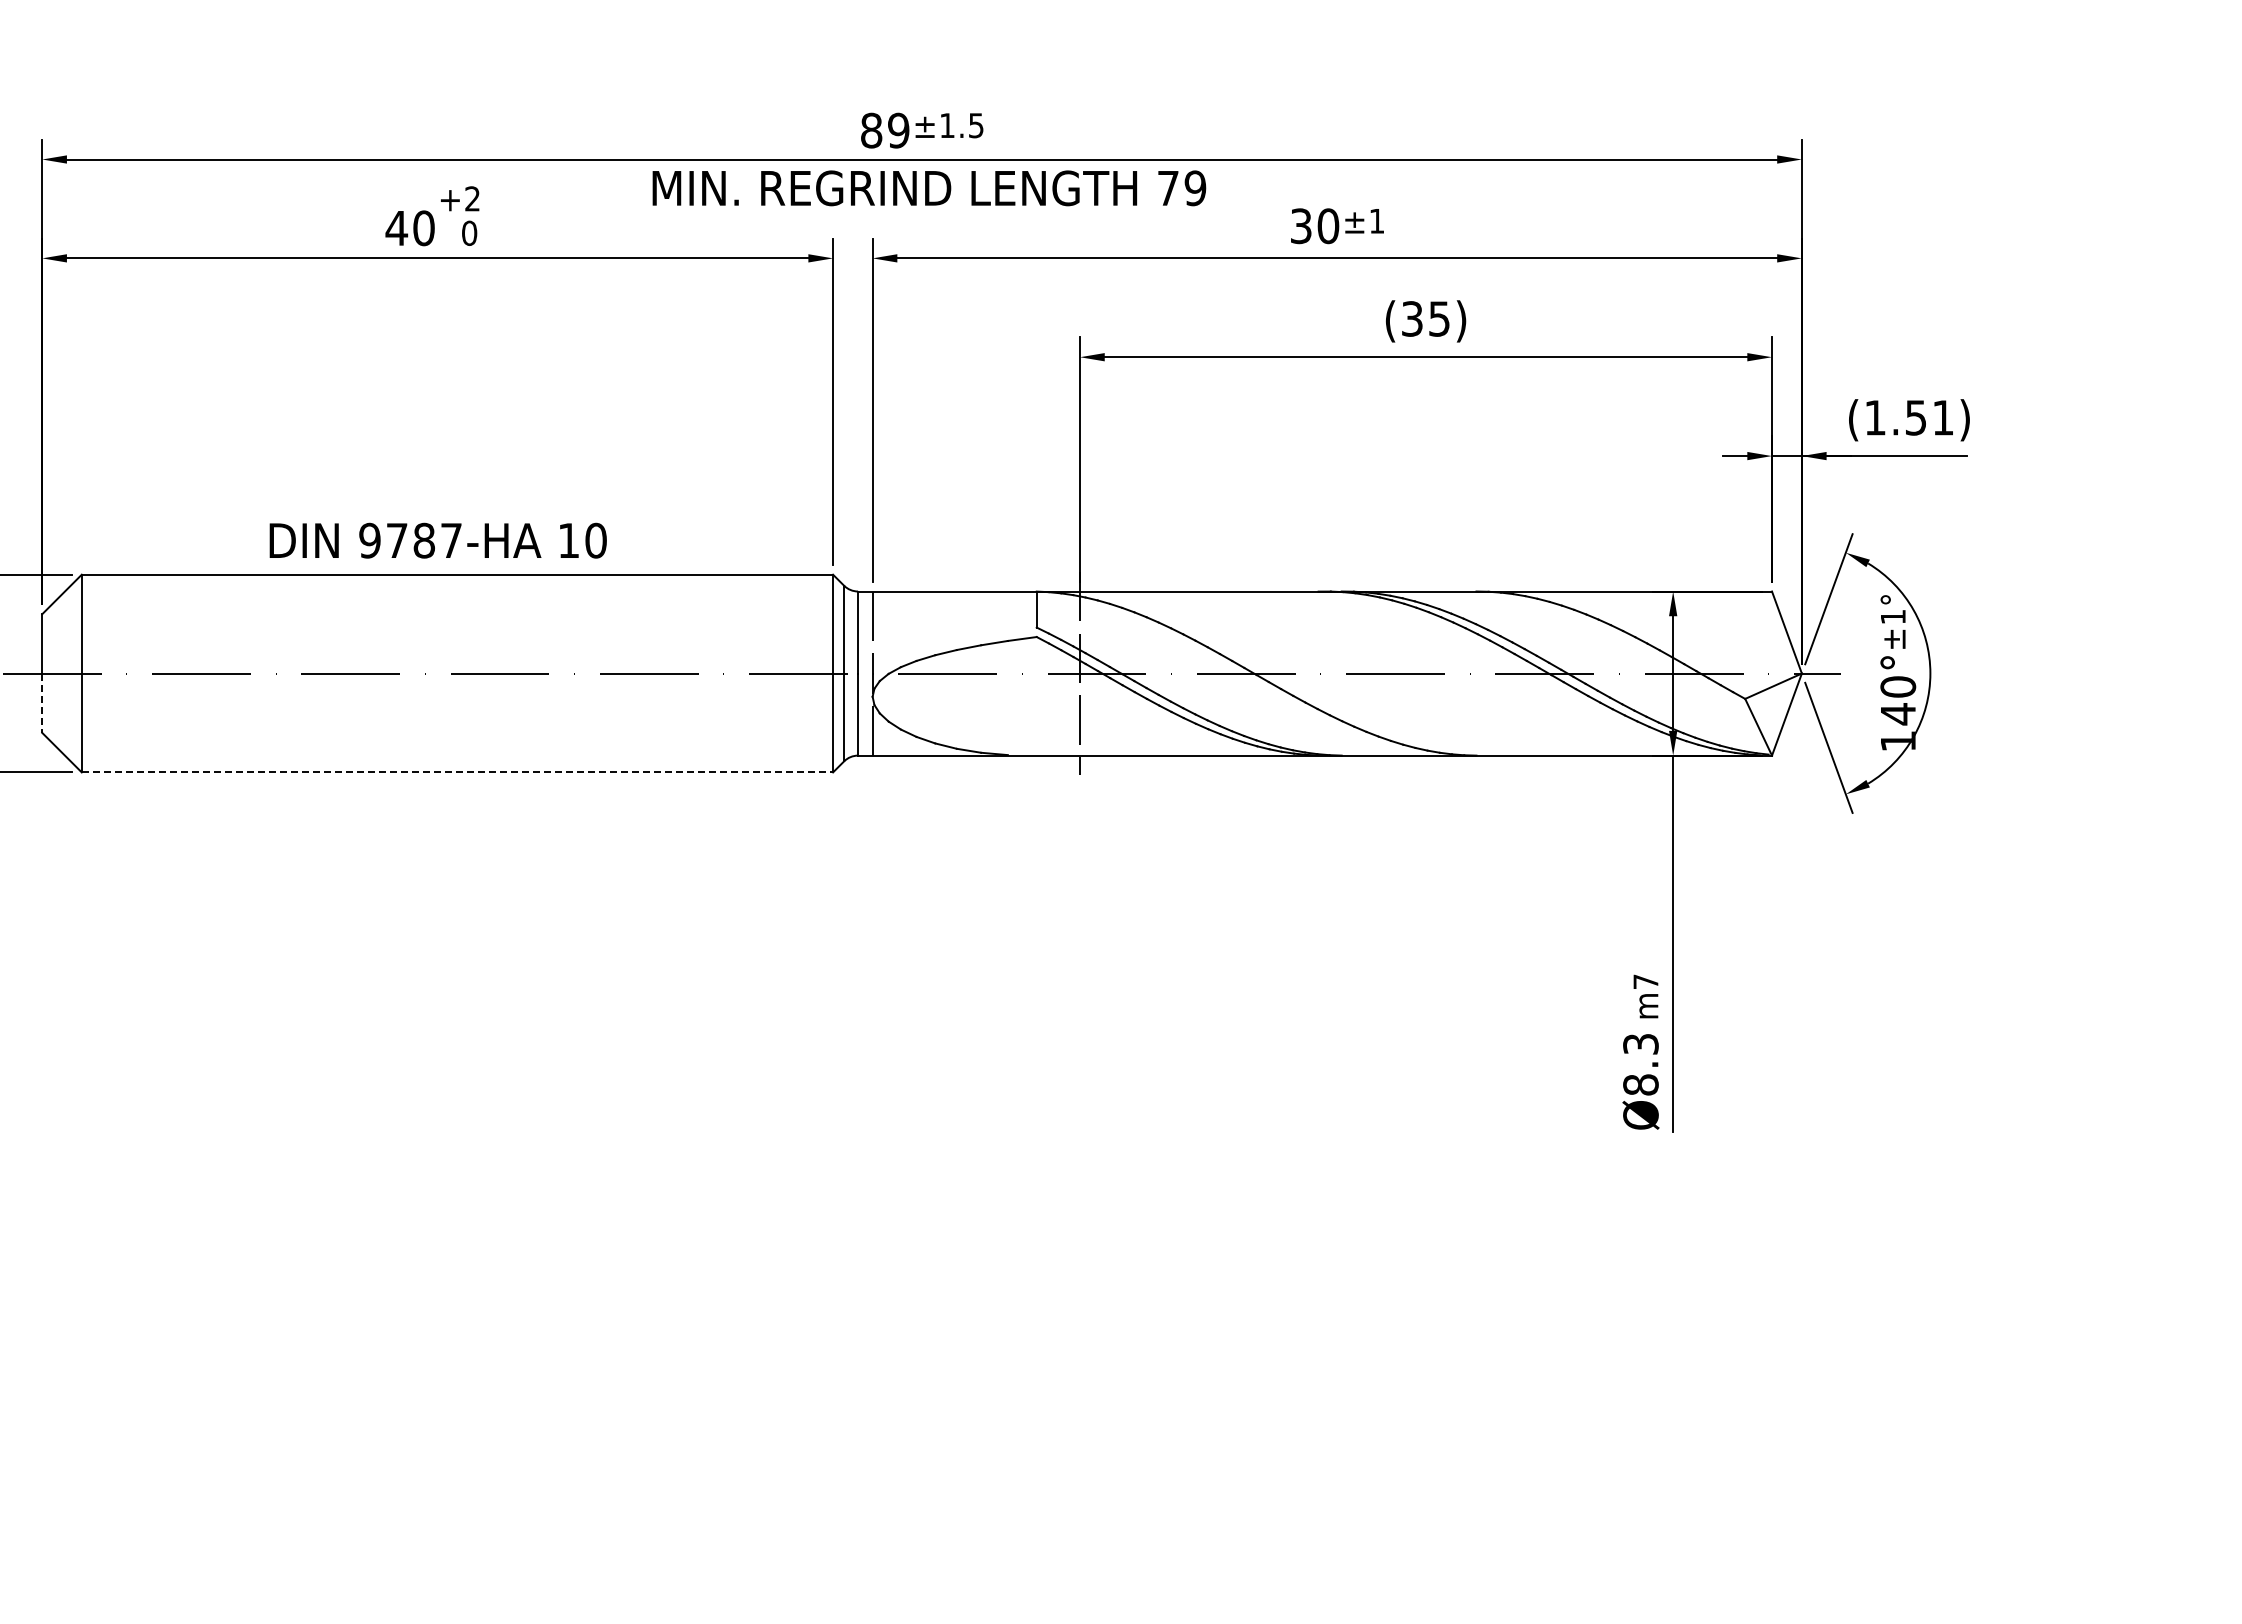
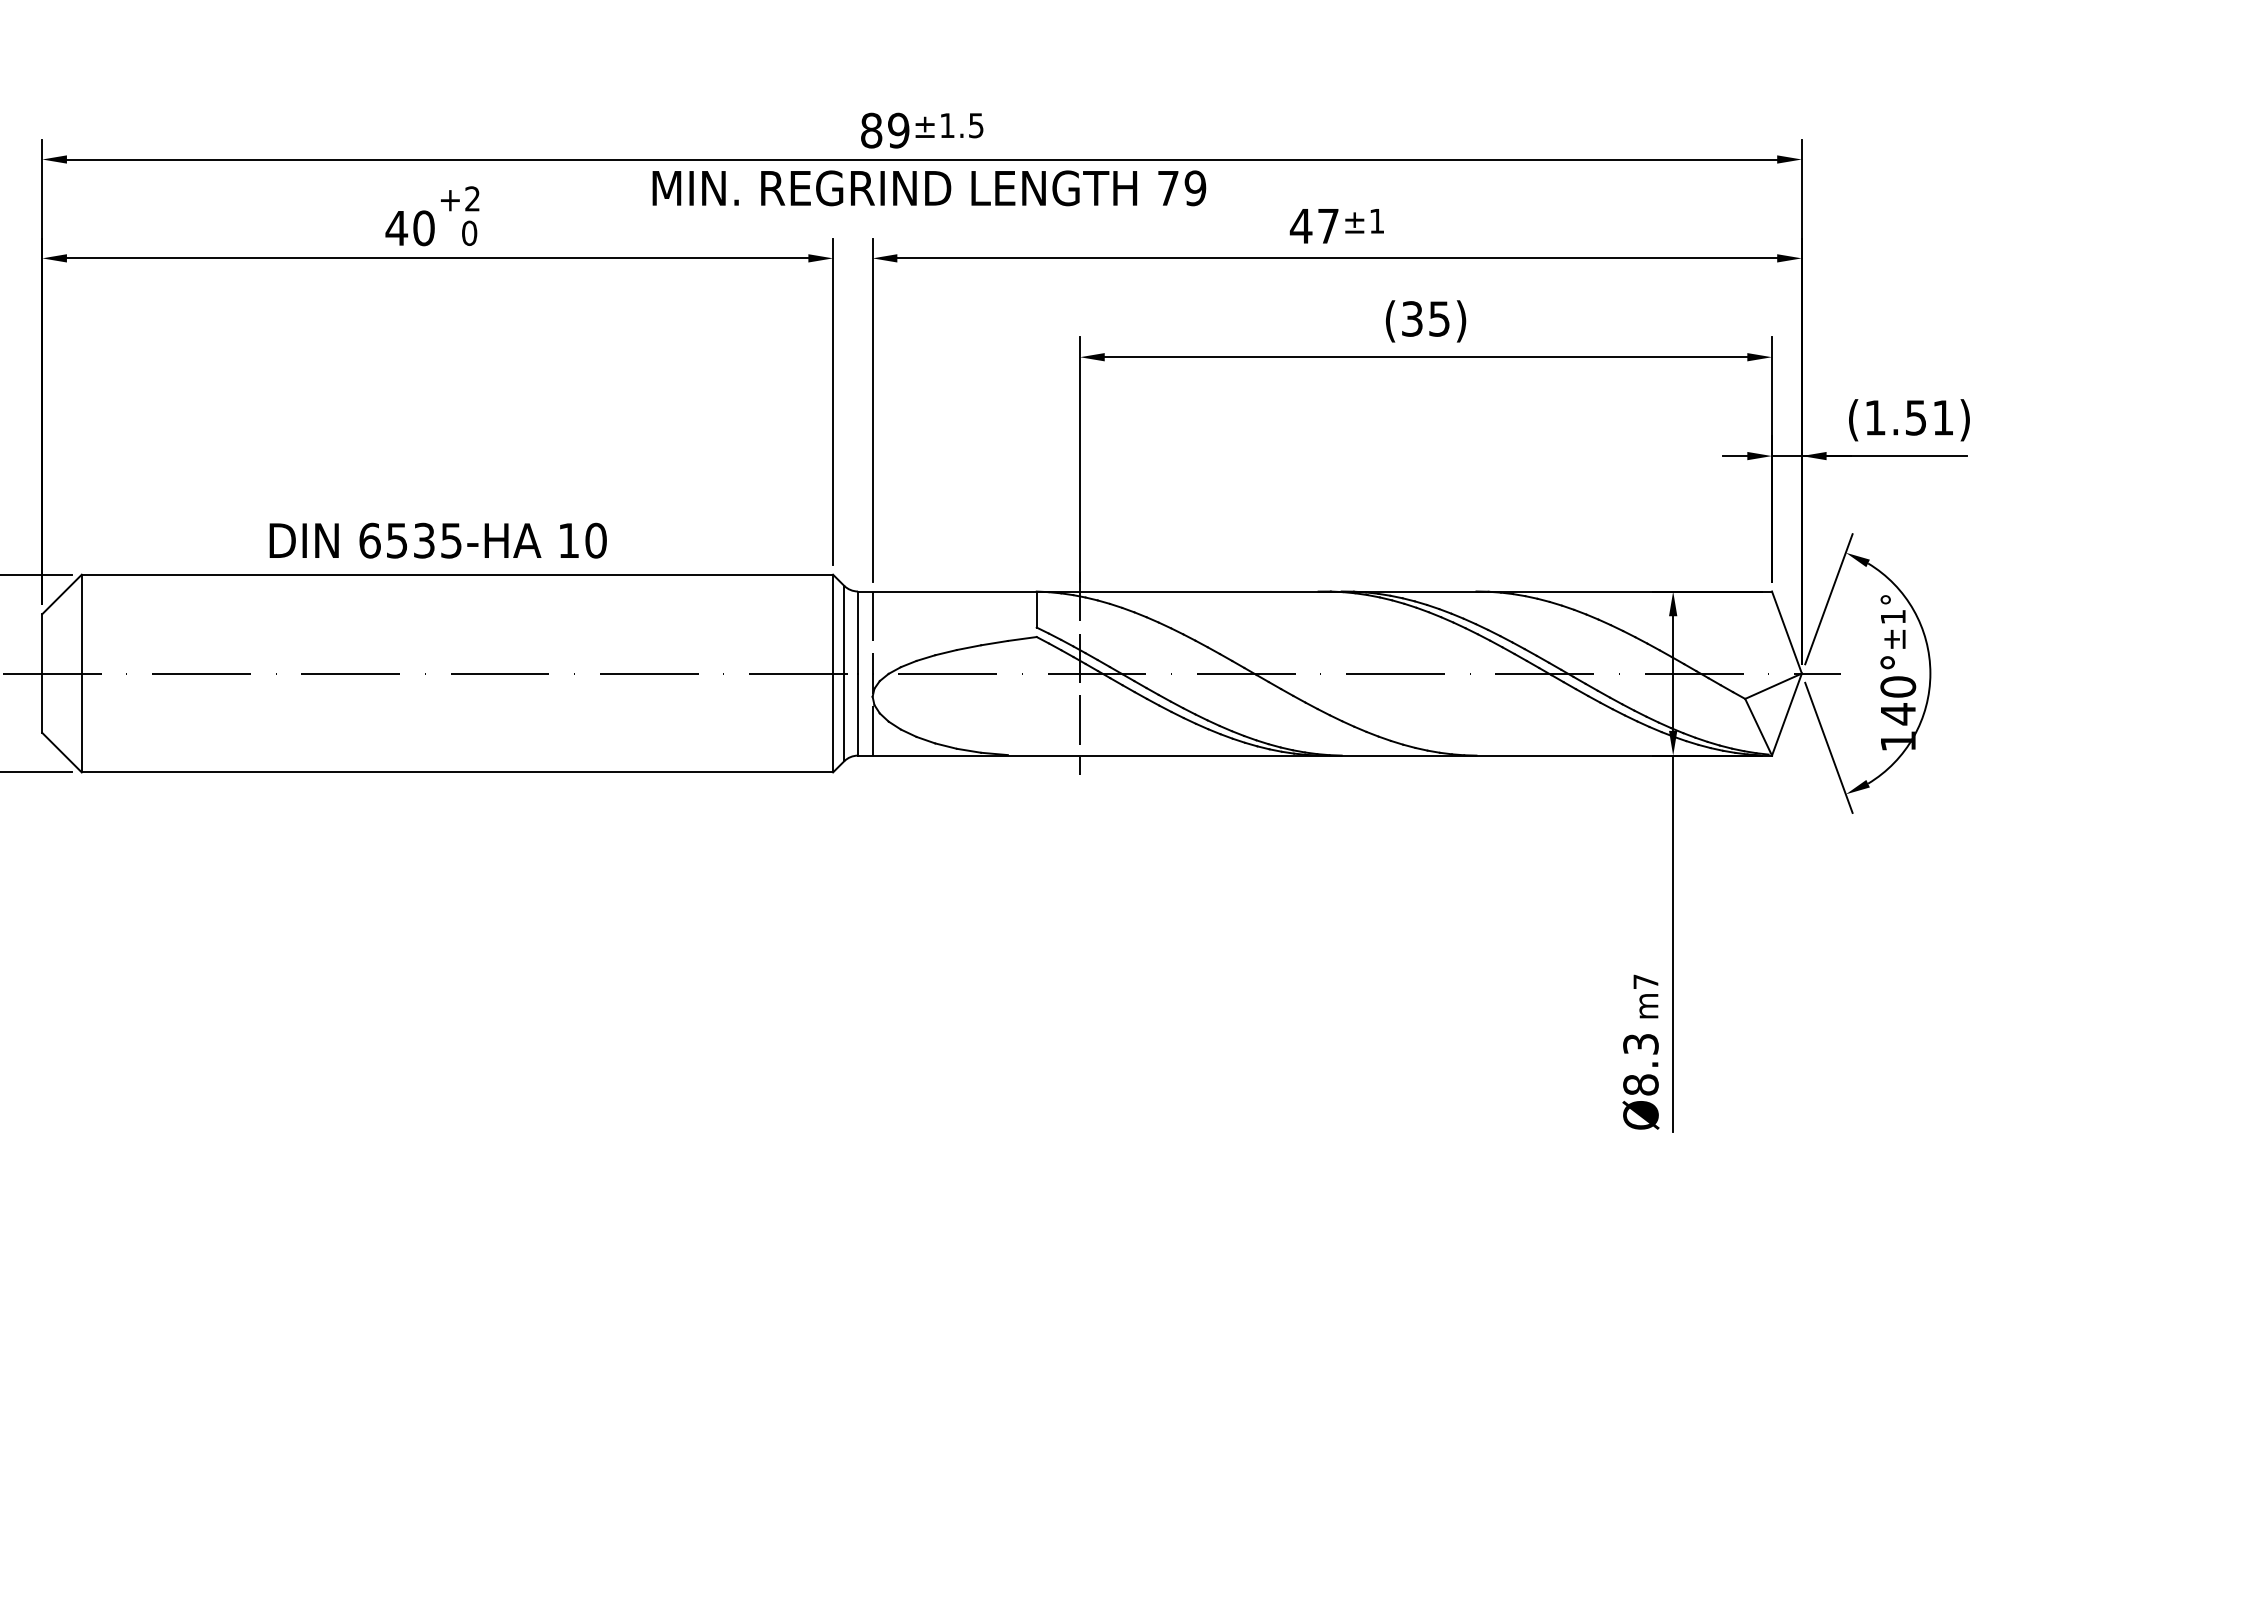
text at (1314, 226): 30 -> 47
text at (410, 540): 9787-HA -> 6535-HA
line at (42, 703): dashed -> solid
line at (457, 772): dashed -> solid
